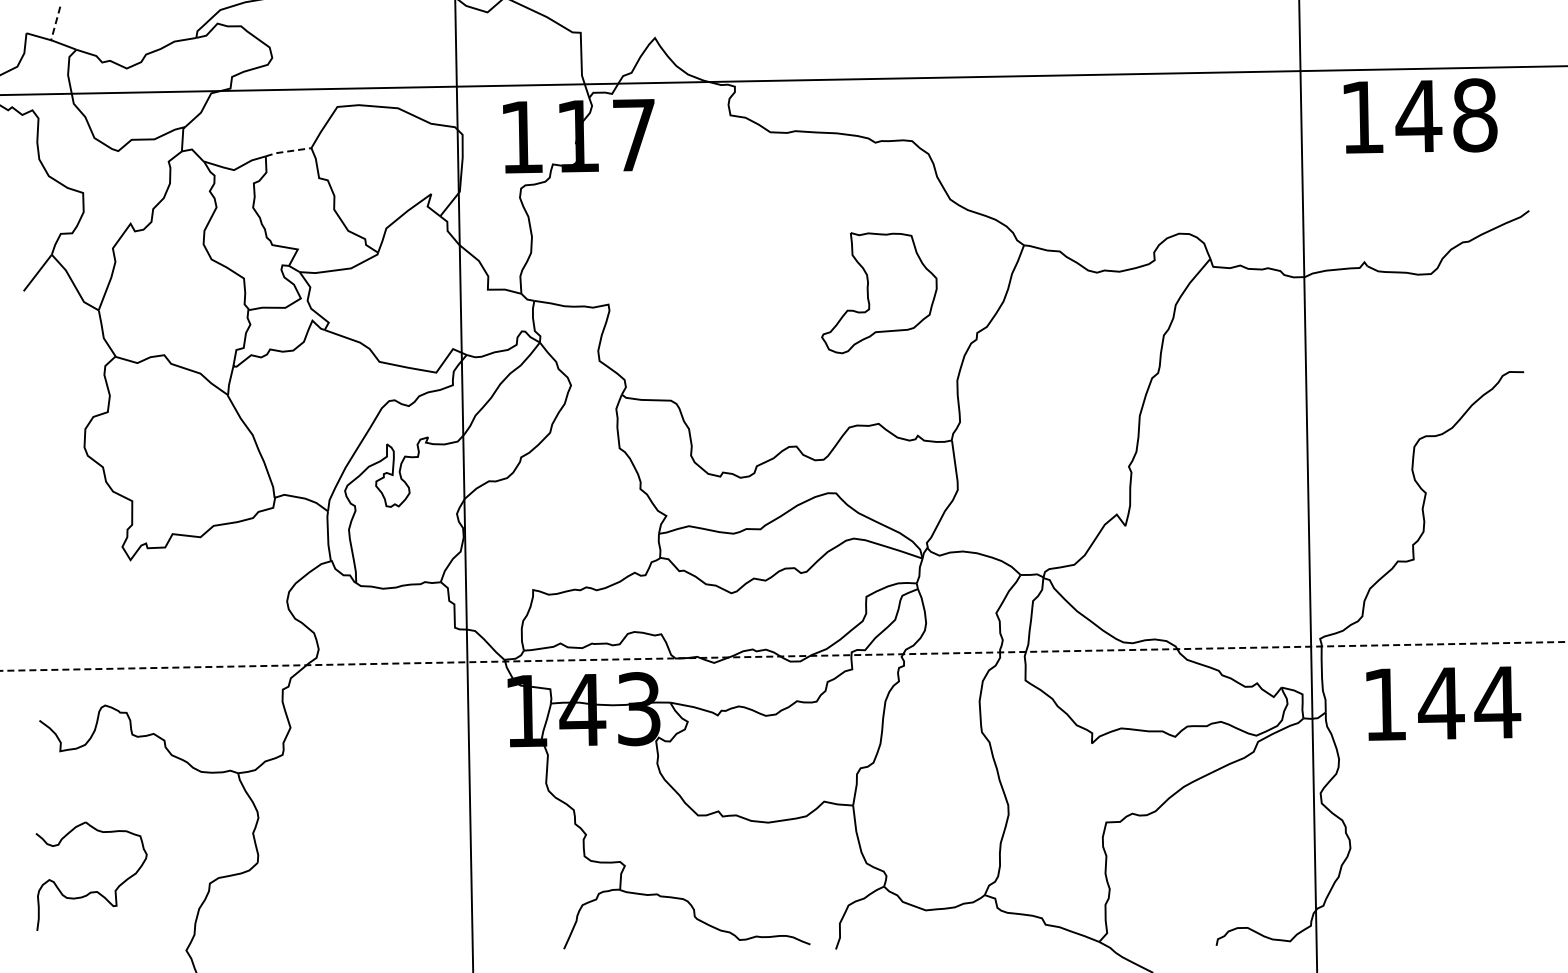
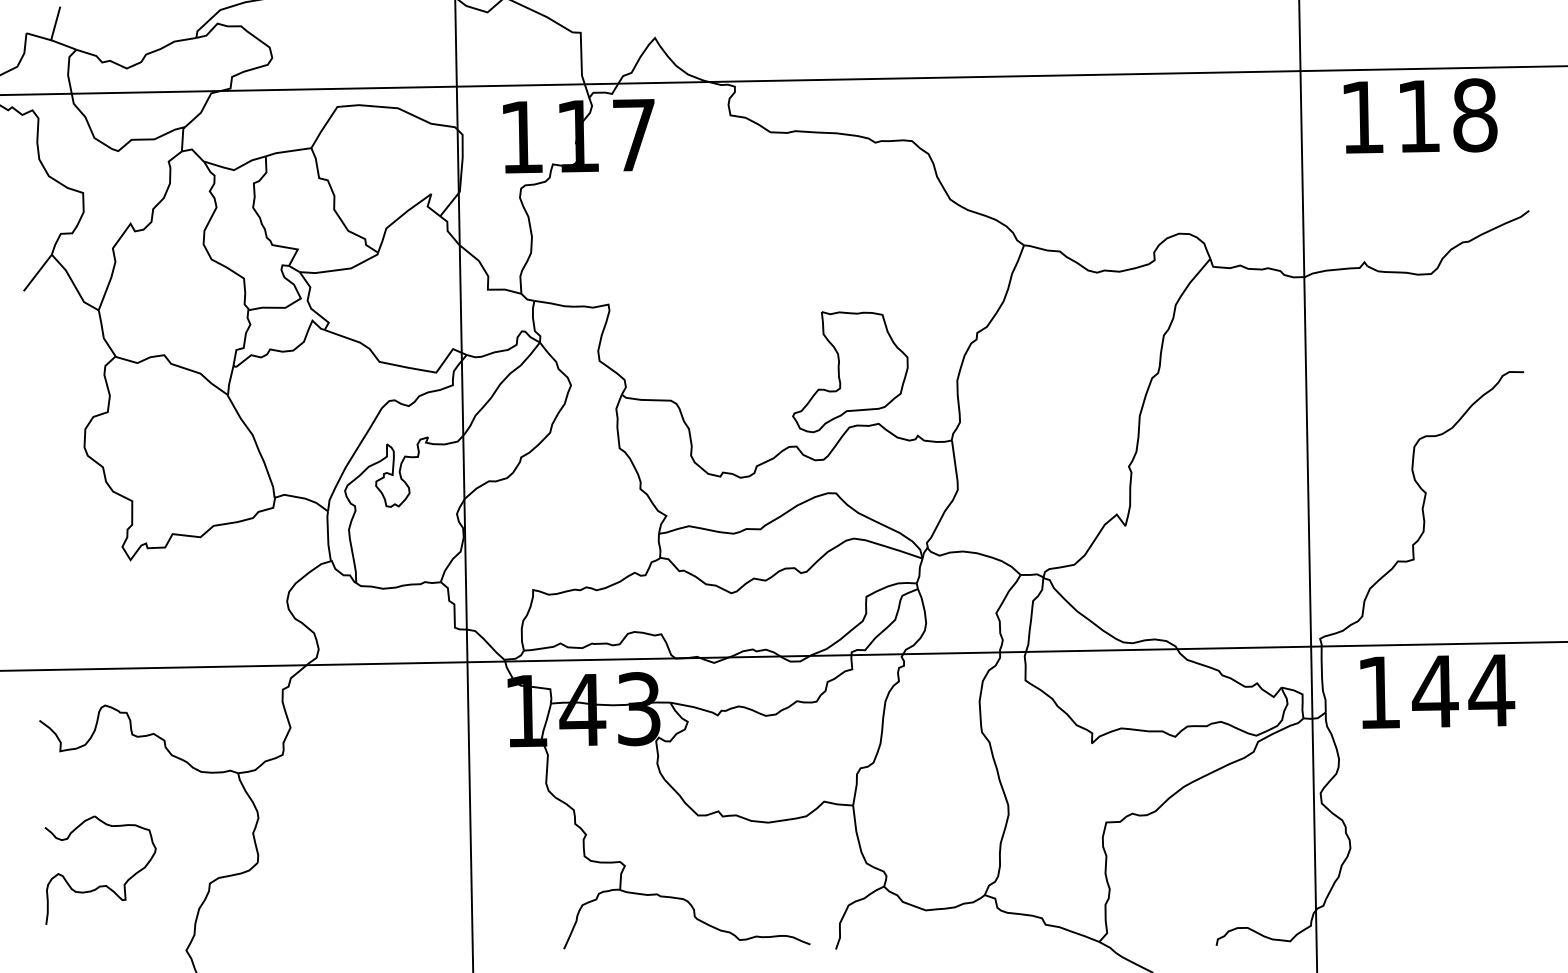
line at (55, 24): dashed -> solid
text at (1418, 116): 148 -> 118
line at (287, 151): dashed -> solid
part at (879, 293) position: (879, 293) -> (850, 372)
line at (784, 656): dashed -> solid
text at (1443, 703) position: (1443, 703) -> (1437, 691)
part at (91, 891) position: (91, 891) -> (100, 885)
